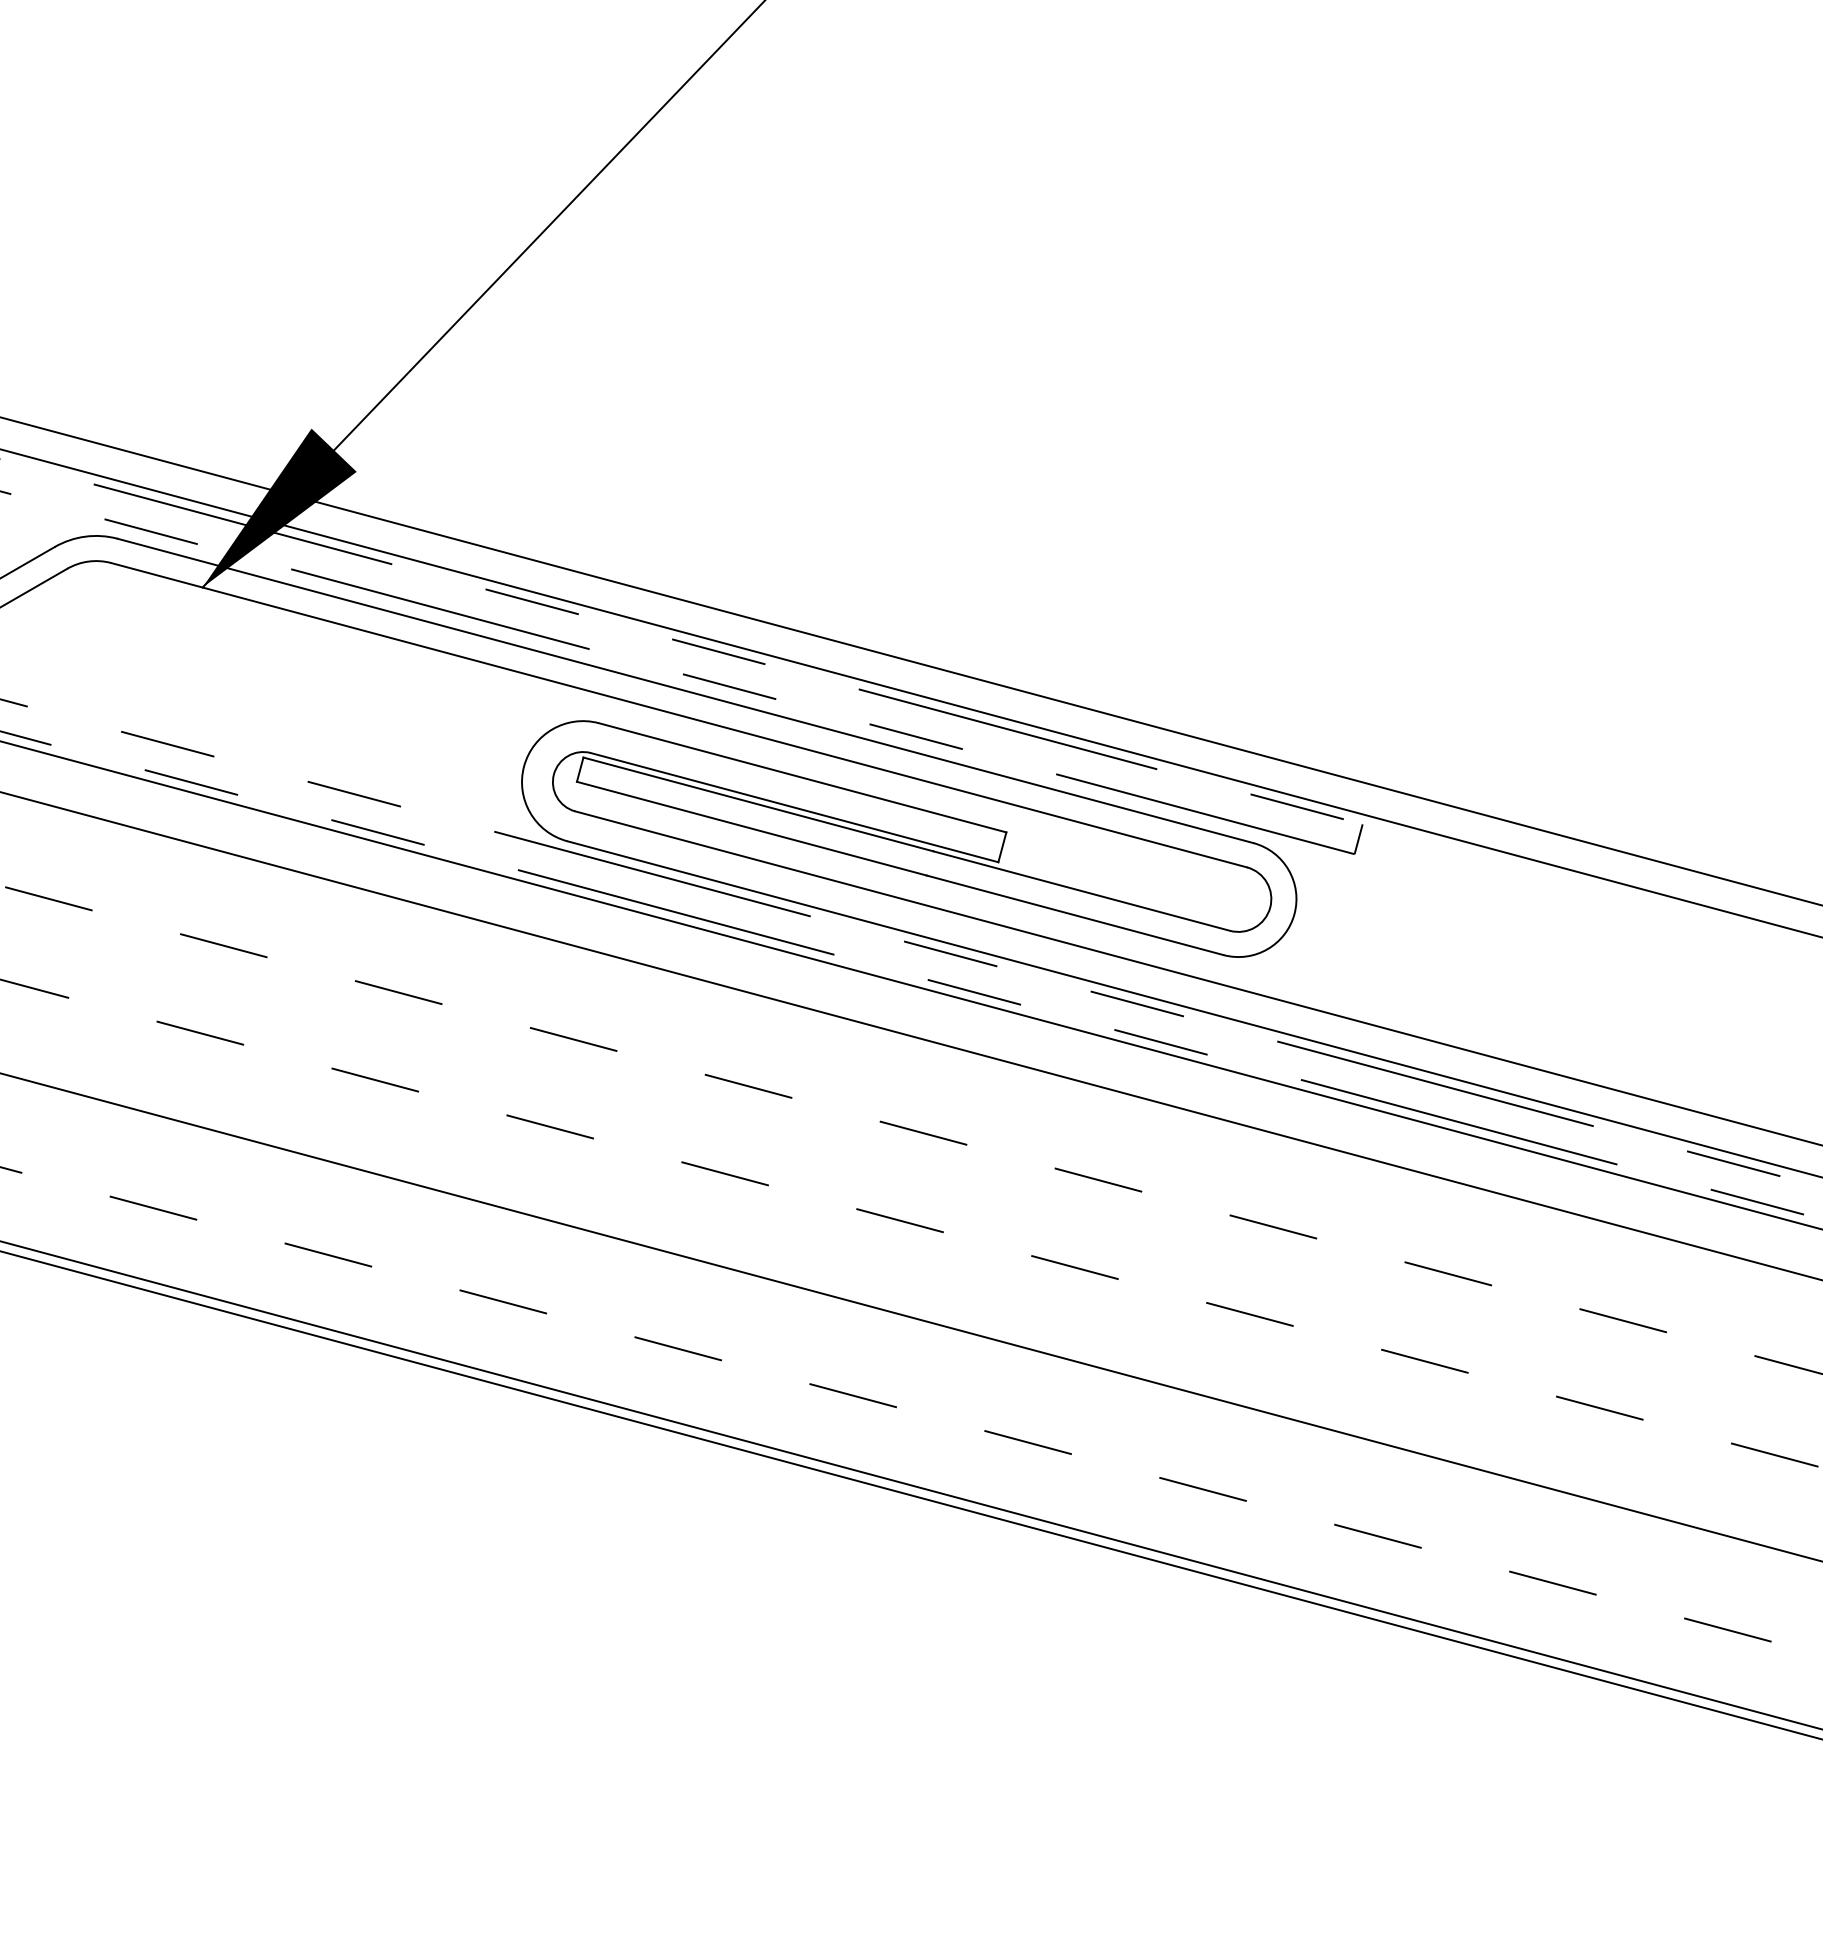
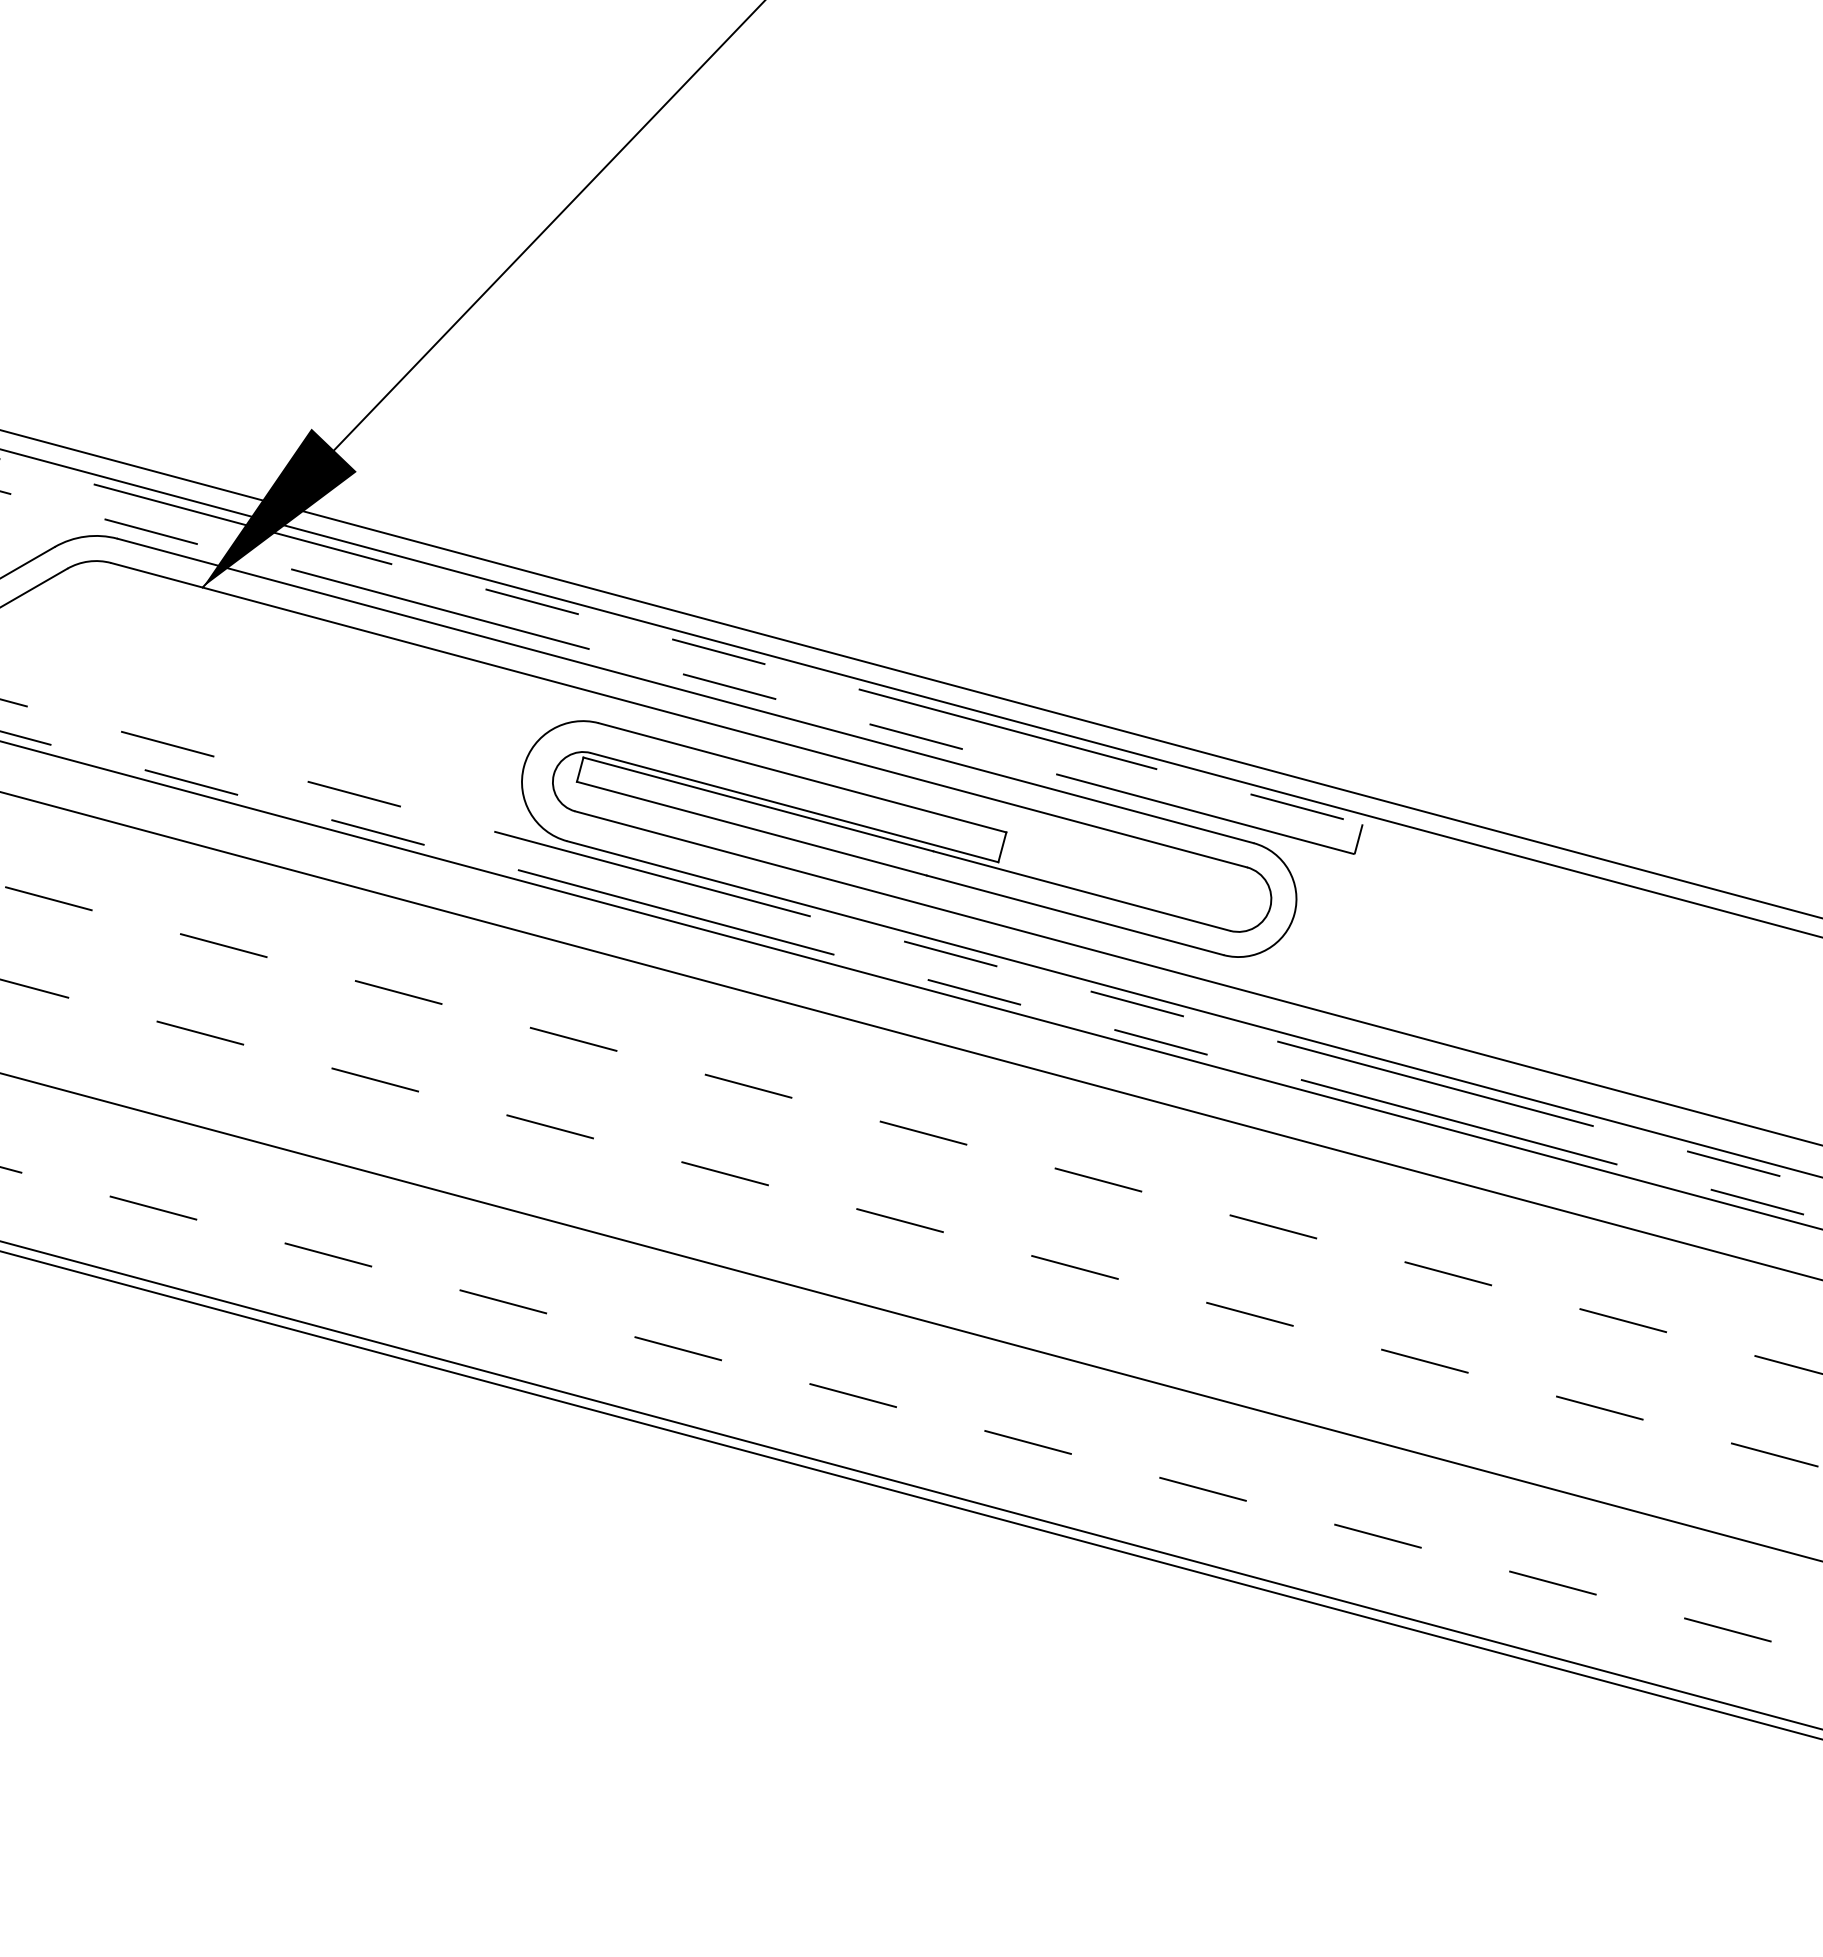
line at (910, 660) position: (910, 660) -> (910, 673)
